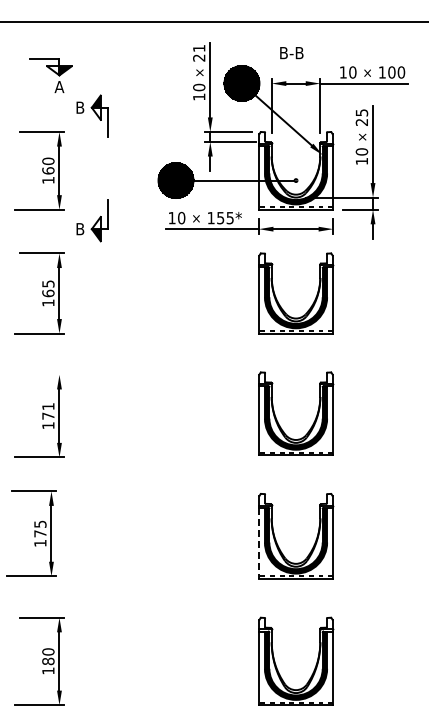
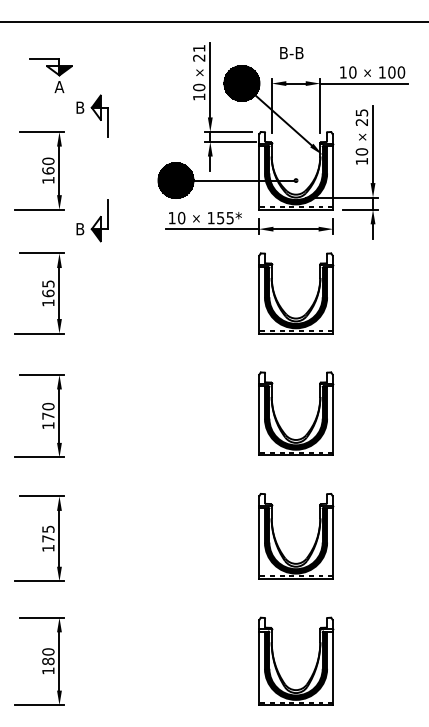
line at (42, 374): none -> present
text at (48, 406): 171 -> 170
part at (31, 533) position: (31, 533) -> (39, 538)
line at (258, 543): dashed -> solid
